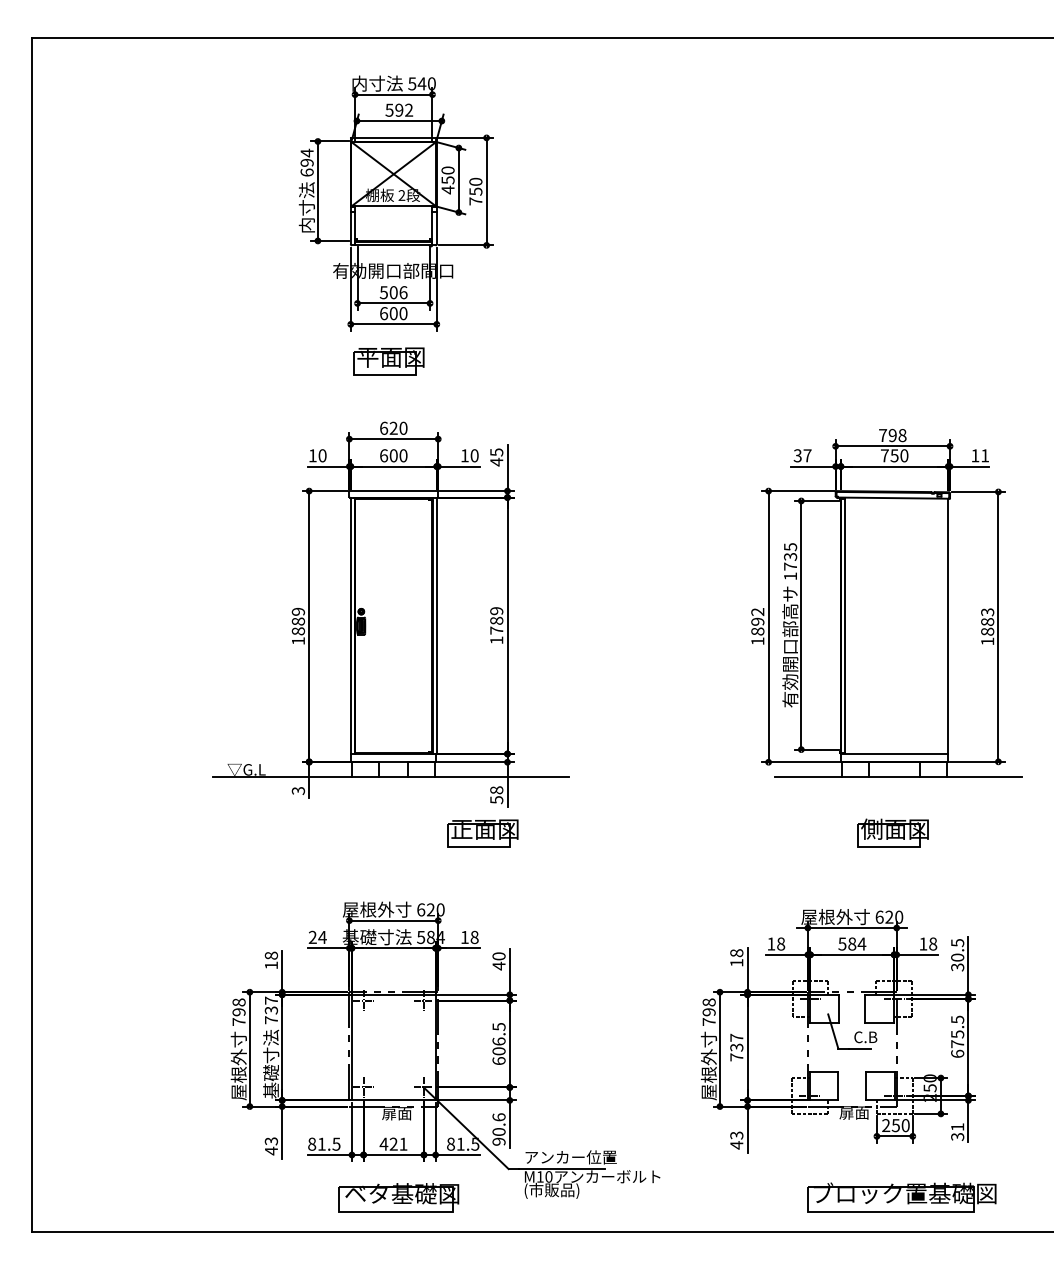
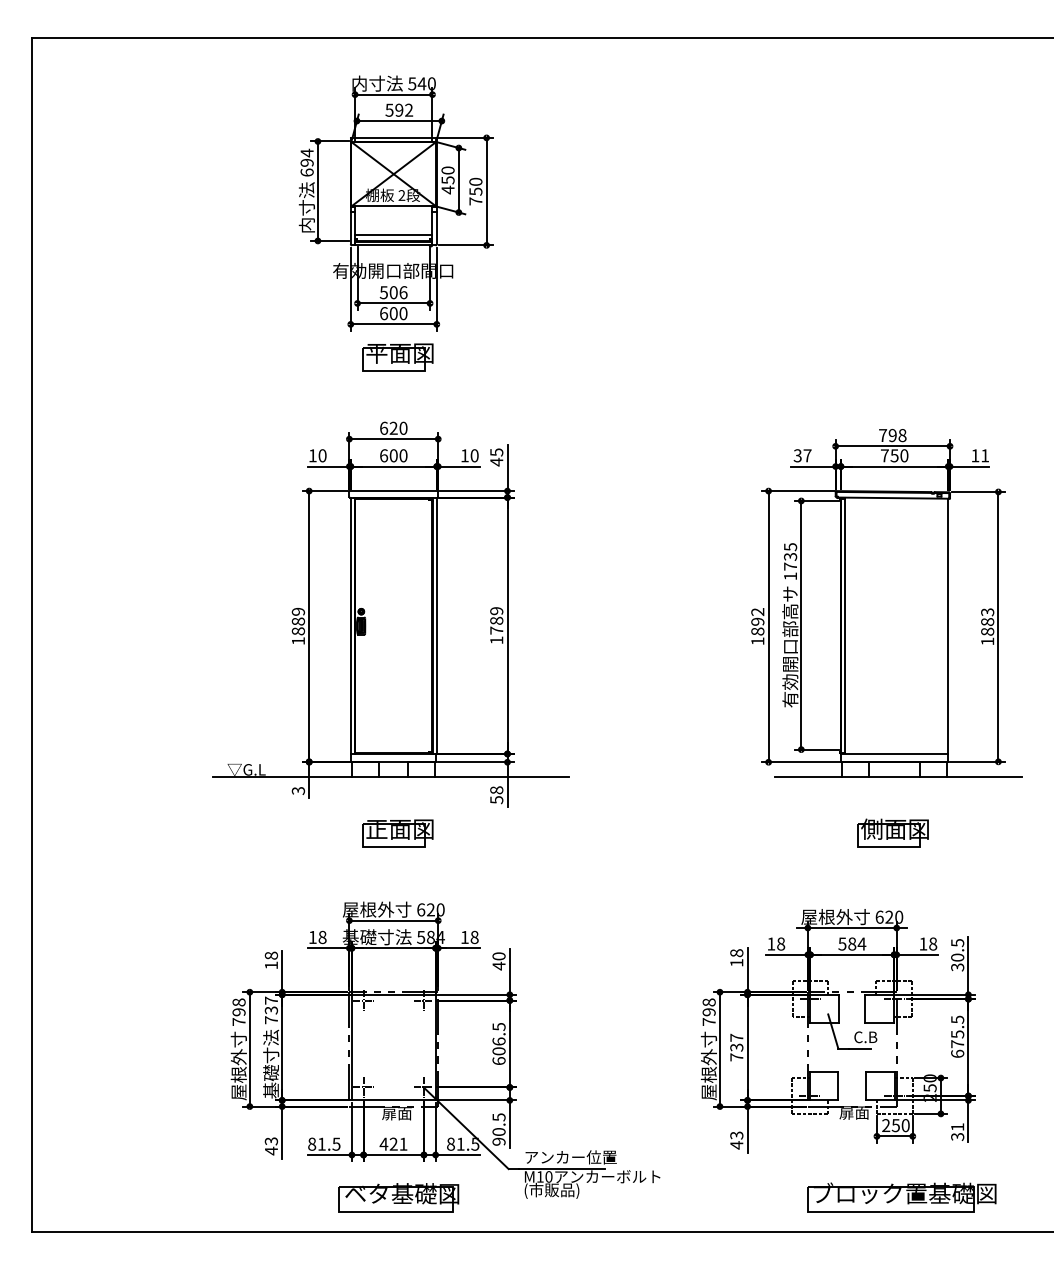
line at (393, 235): none -> present
part at (388, 361) position: (388, 361) -> (397, 357)
part at (482, 833) position: (482, 833) -> (397, 833)
text at (317, 937): 24 -> 18
text at (498, 1117): 90.6 -> 90.5
